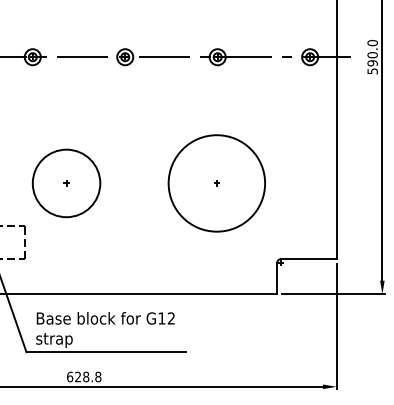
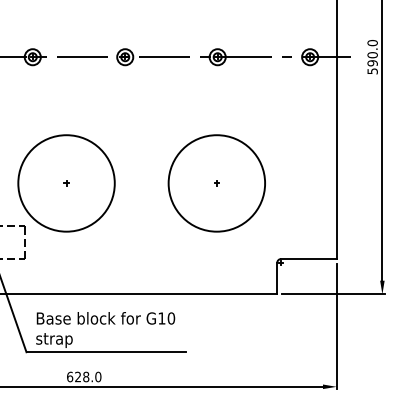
circle at (66, 183) diameter: 68 px -> 96 px
text at (171, 318): G12 -> G10
text at (98, 376): 628.8 -> 628.0
